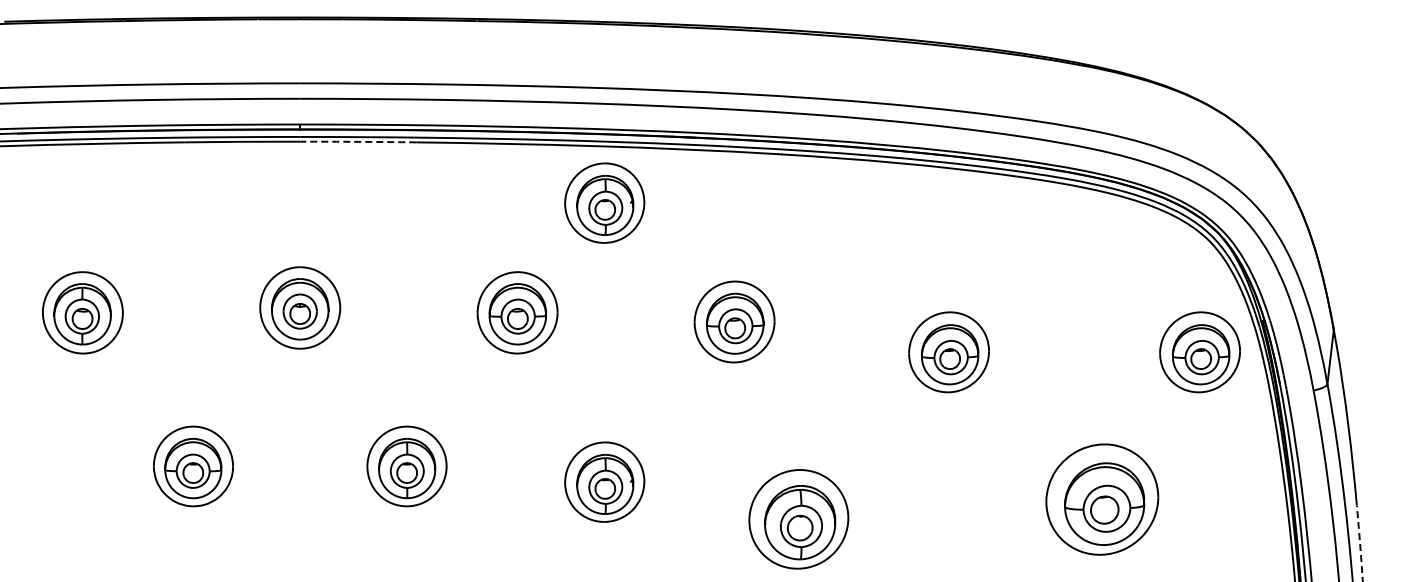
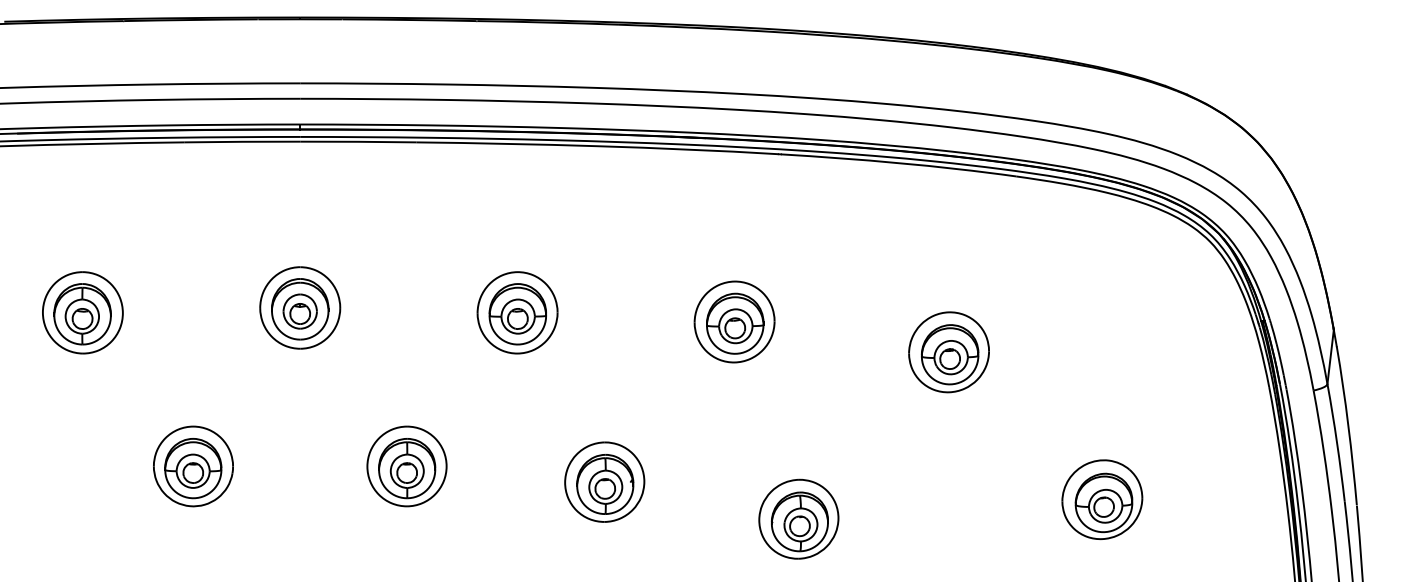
arc at (358, 141): dashed -> solid
part at (604, 202): present -> none
part at (1199, 352): present -> none
part at (1102, 499) size: 115x113 px -> 83x82 px
part at (798, 519) size: 102x101 px -> 82x82 px
arc at (1360, 543): dashed -> solid
